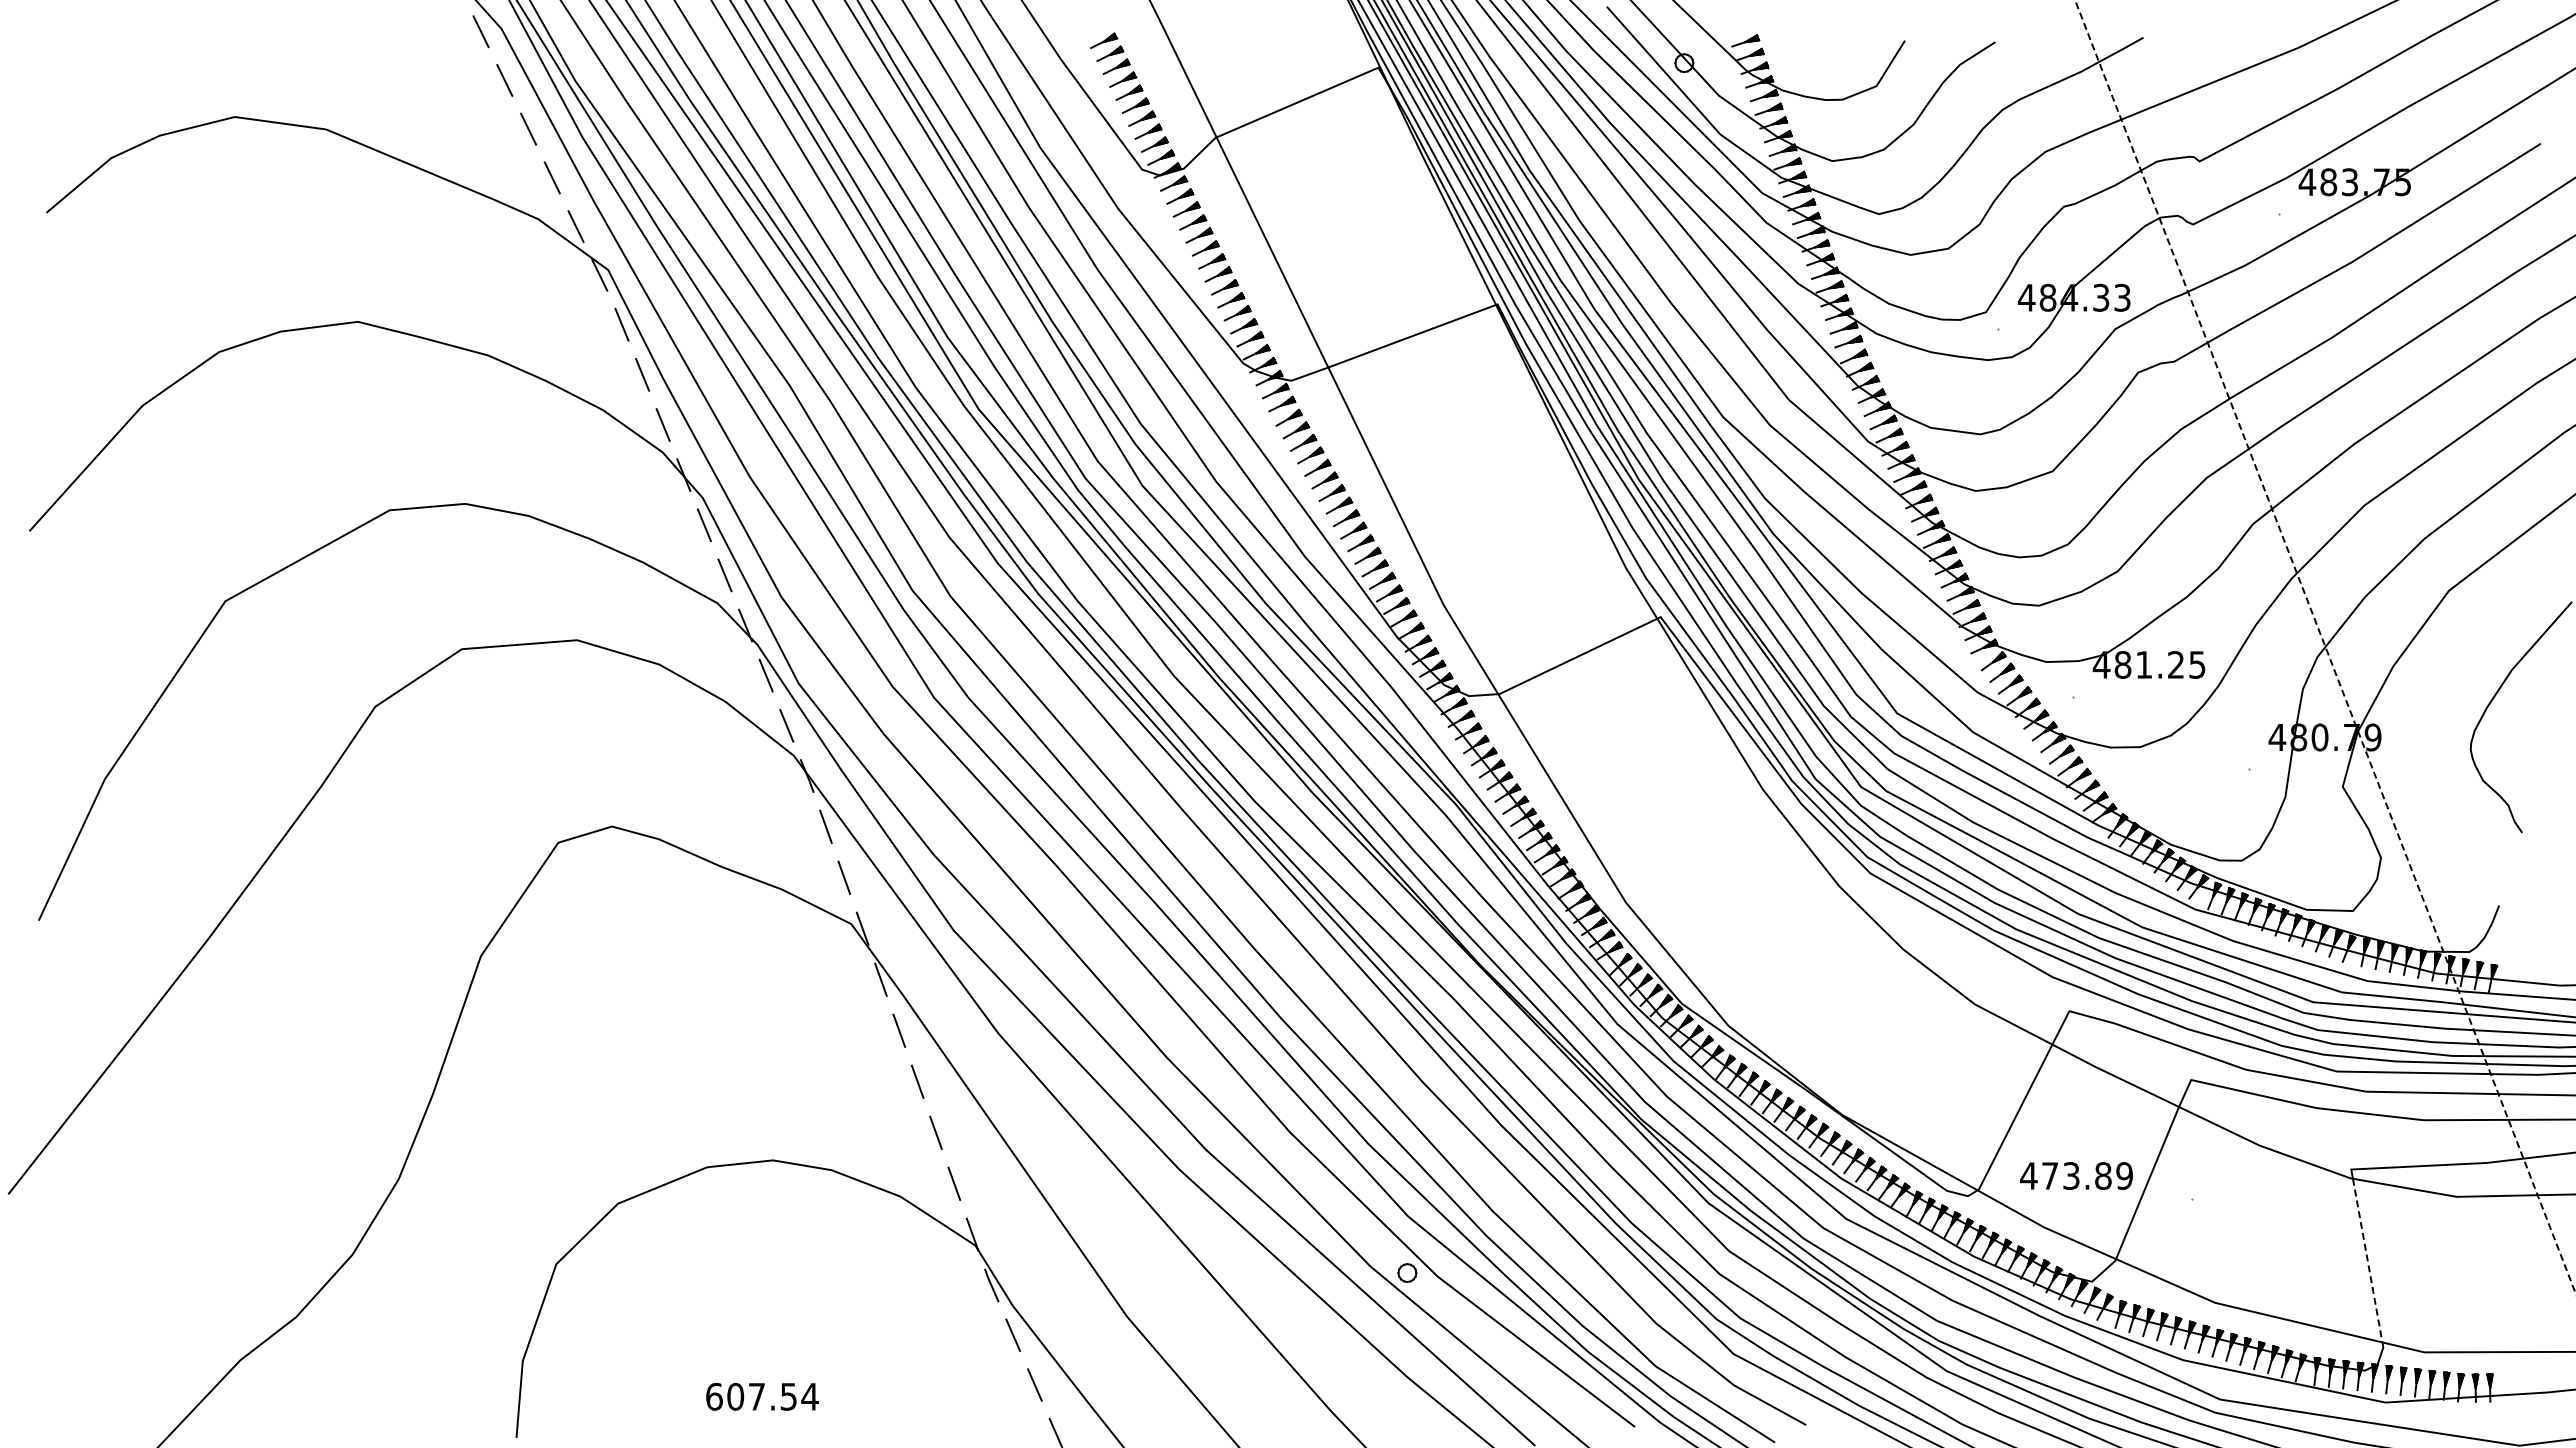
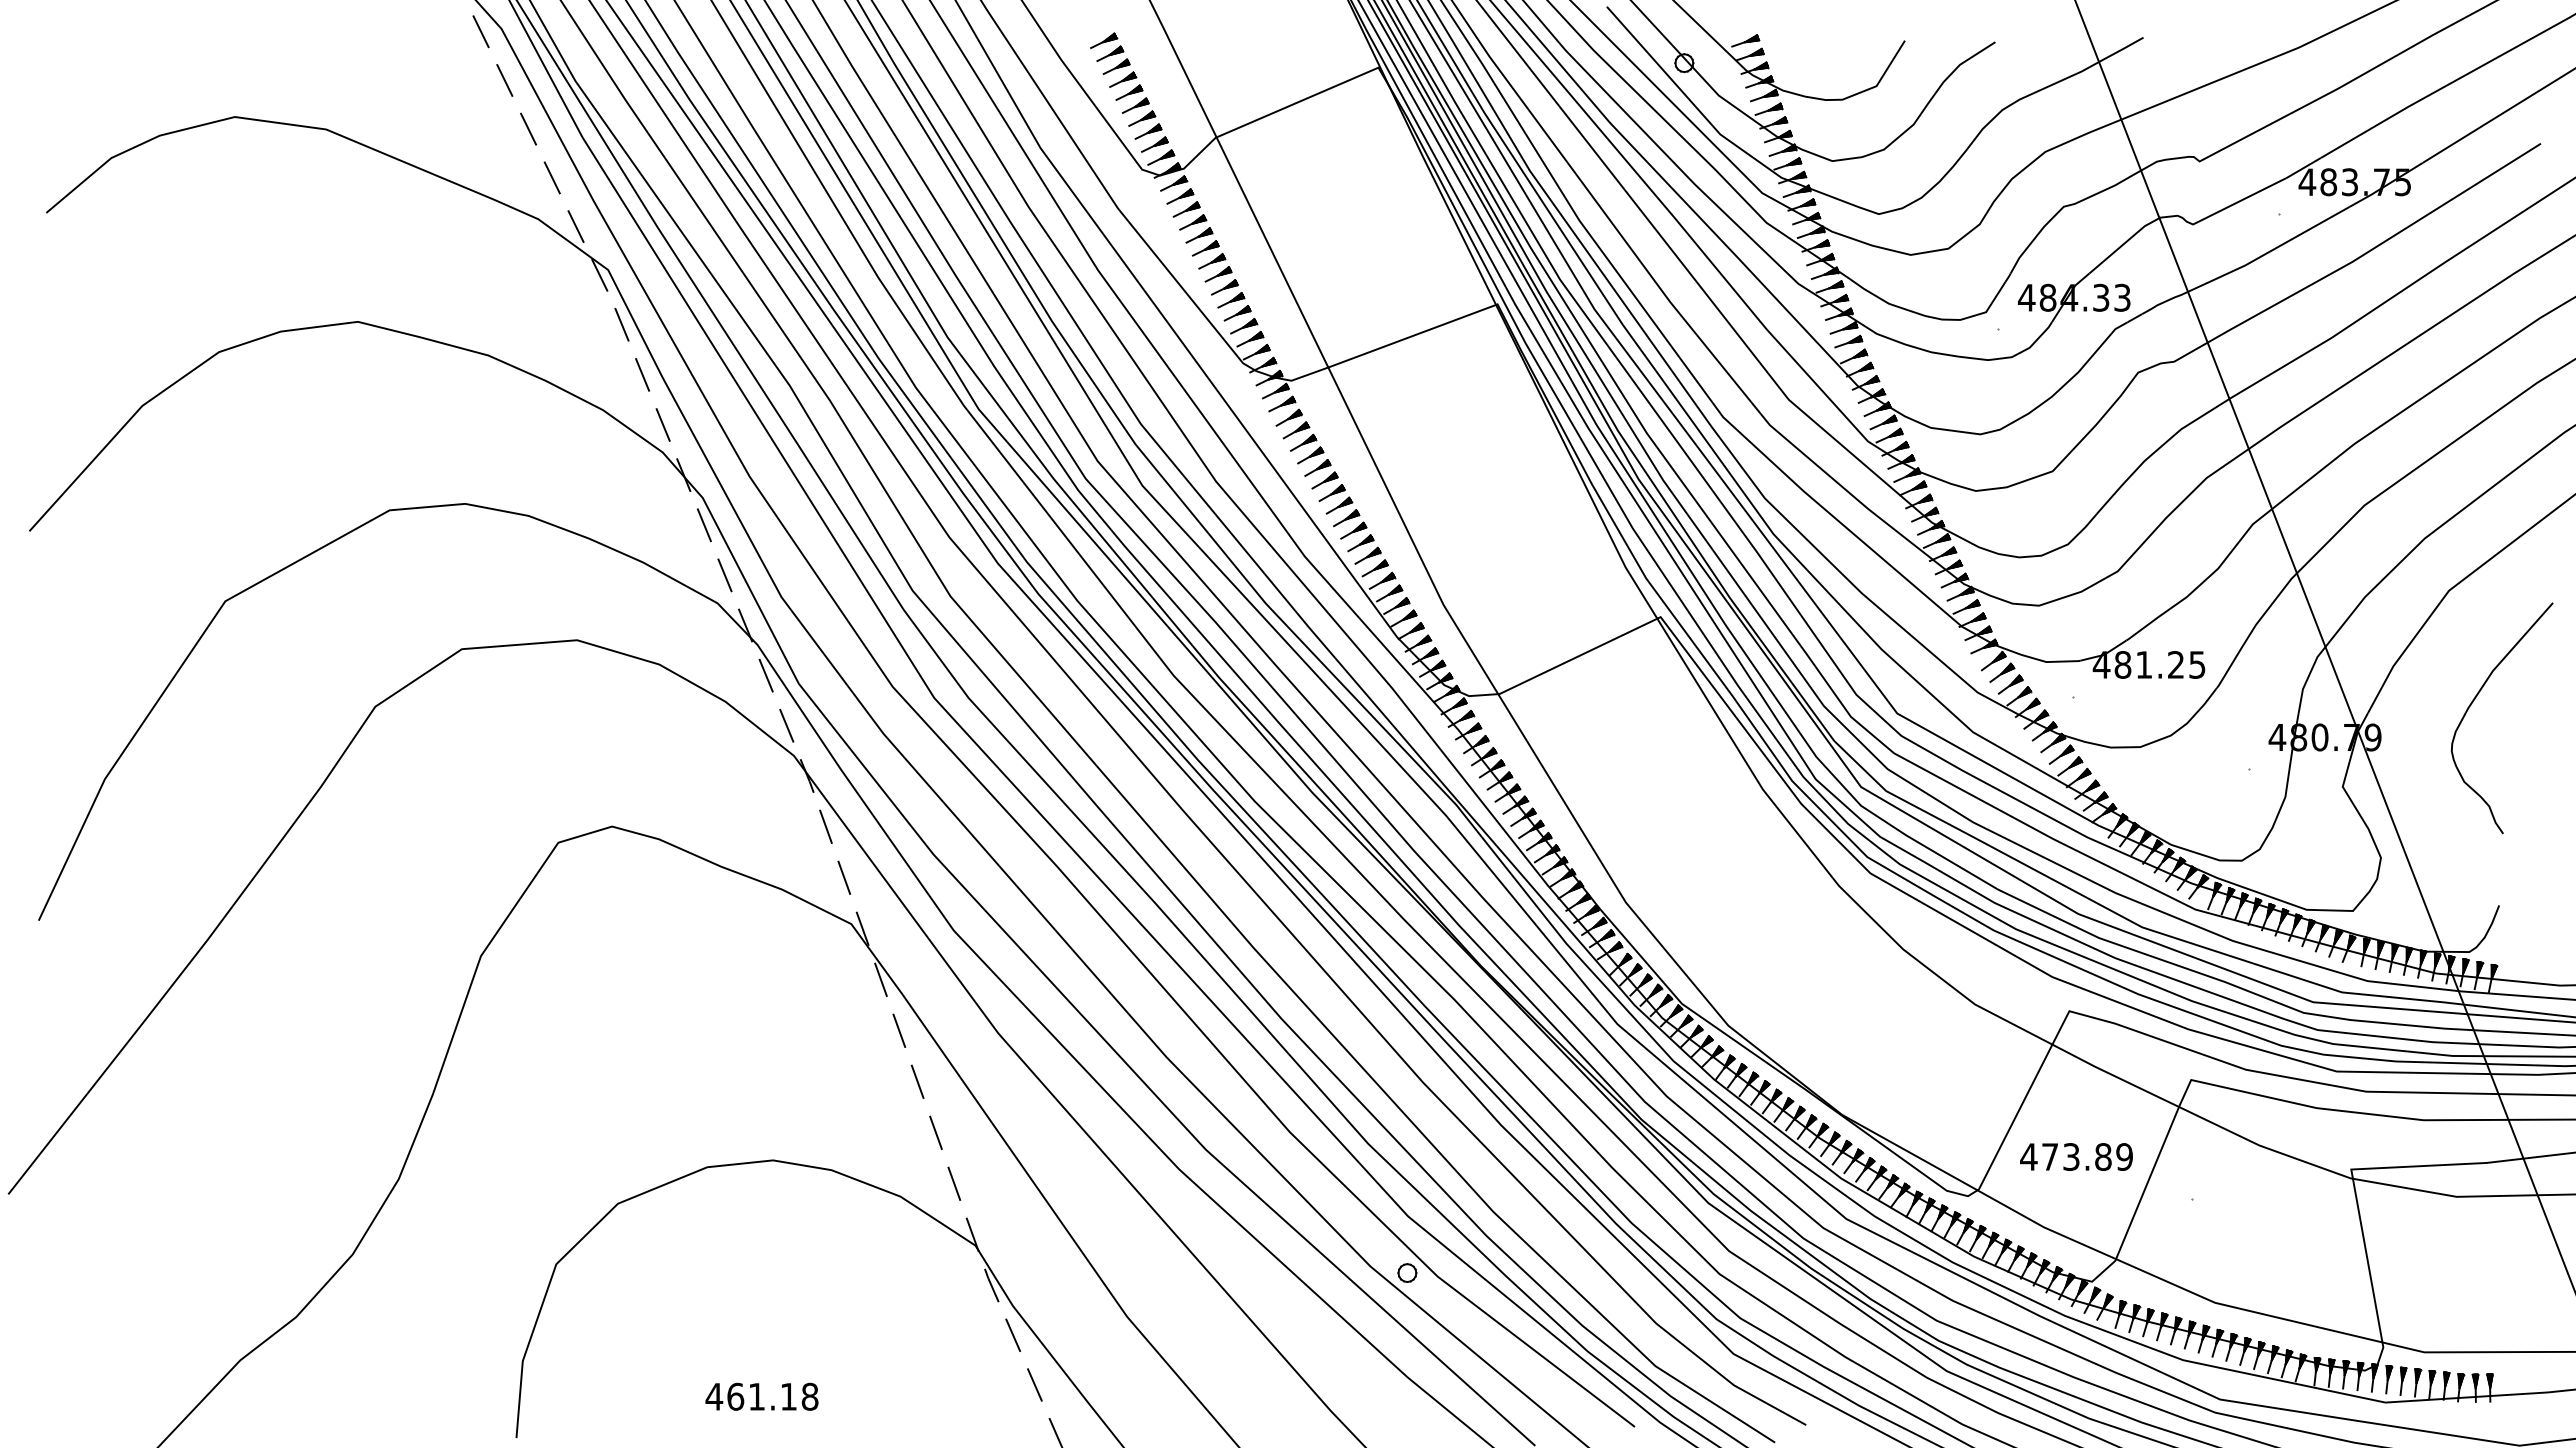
line at (2325, 647): dashed -> solid
curve at (2494, 698) position: (2494, 698) -> (2475, 699)
text at (2076, 1175) position: (2076, 1175) -> (2076, 1156)
line at (2367, 1261): dashed -> solid
text at (761, 1396): 607.54 -> 461.18
